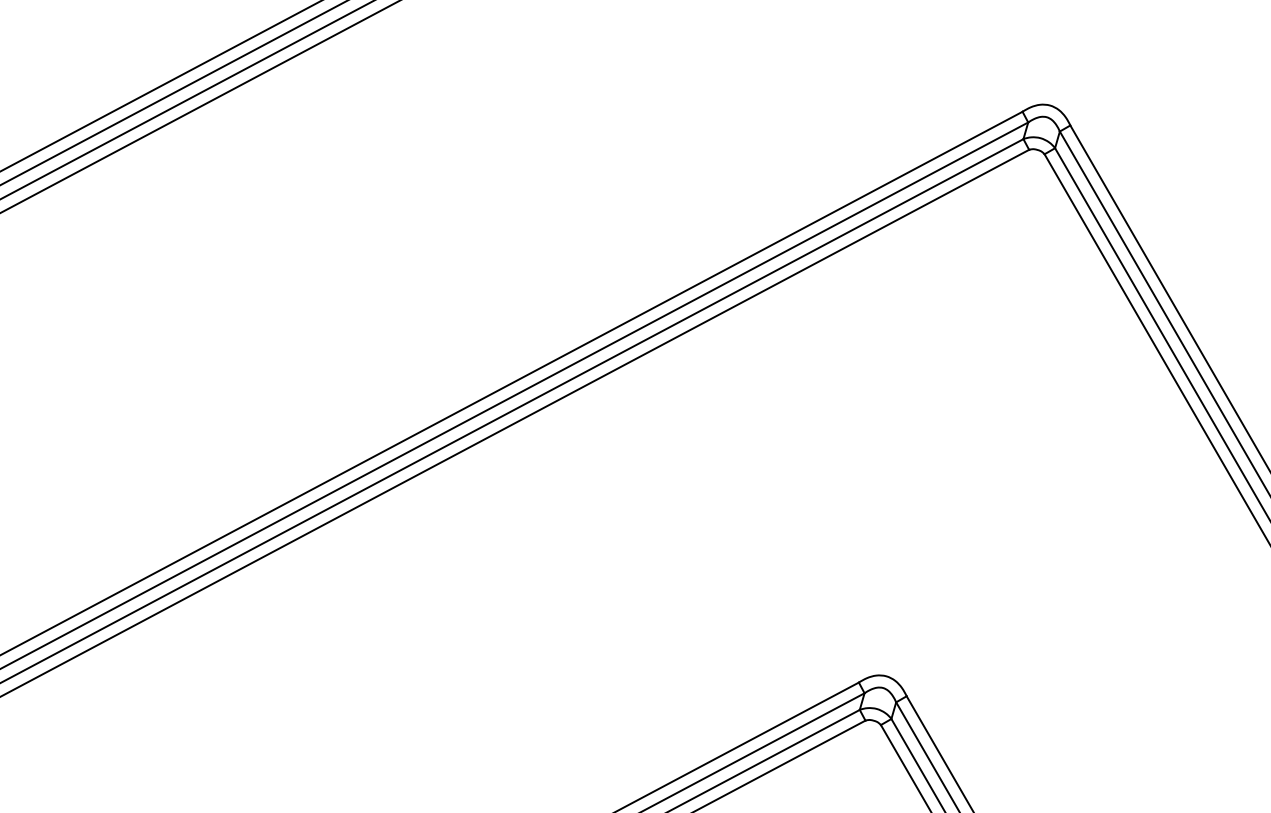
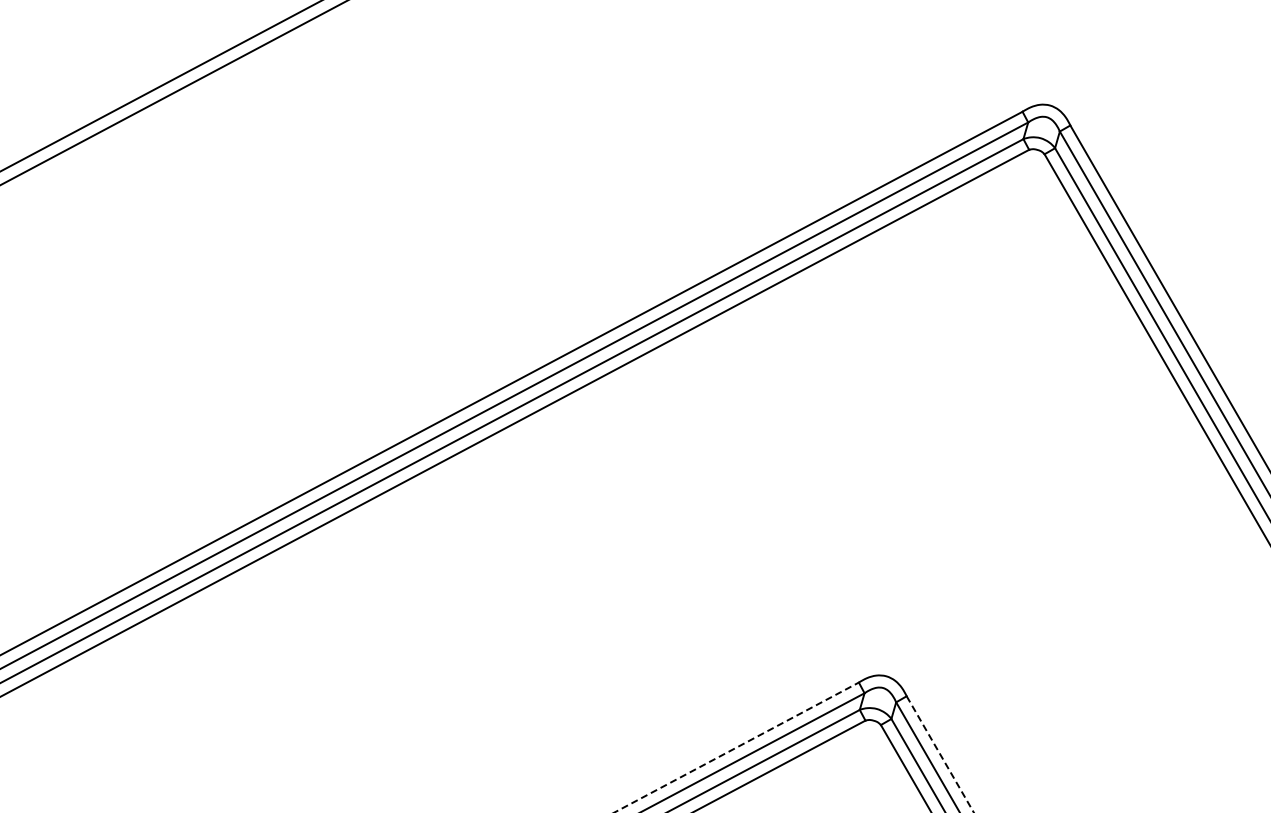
line at (186, 100): present -> none
line at (199, 106): present -> none
line at (737, 747): solid -> dashed
line at (940, 754): solid -> dashed
